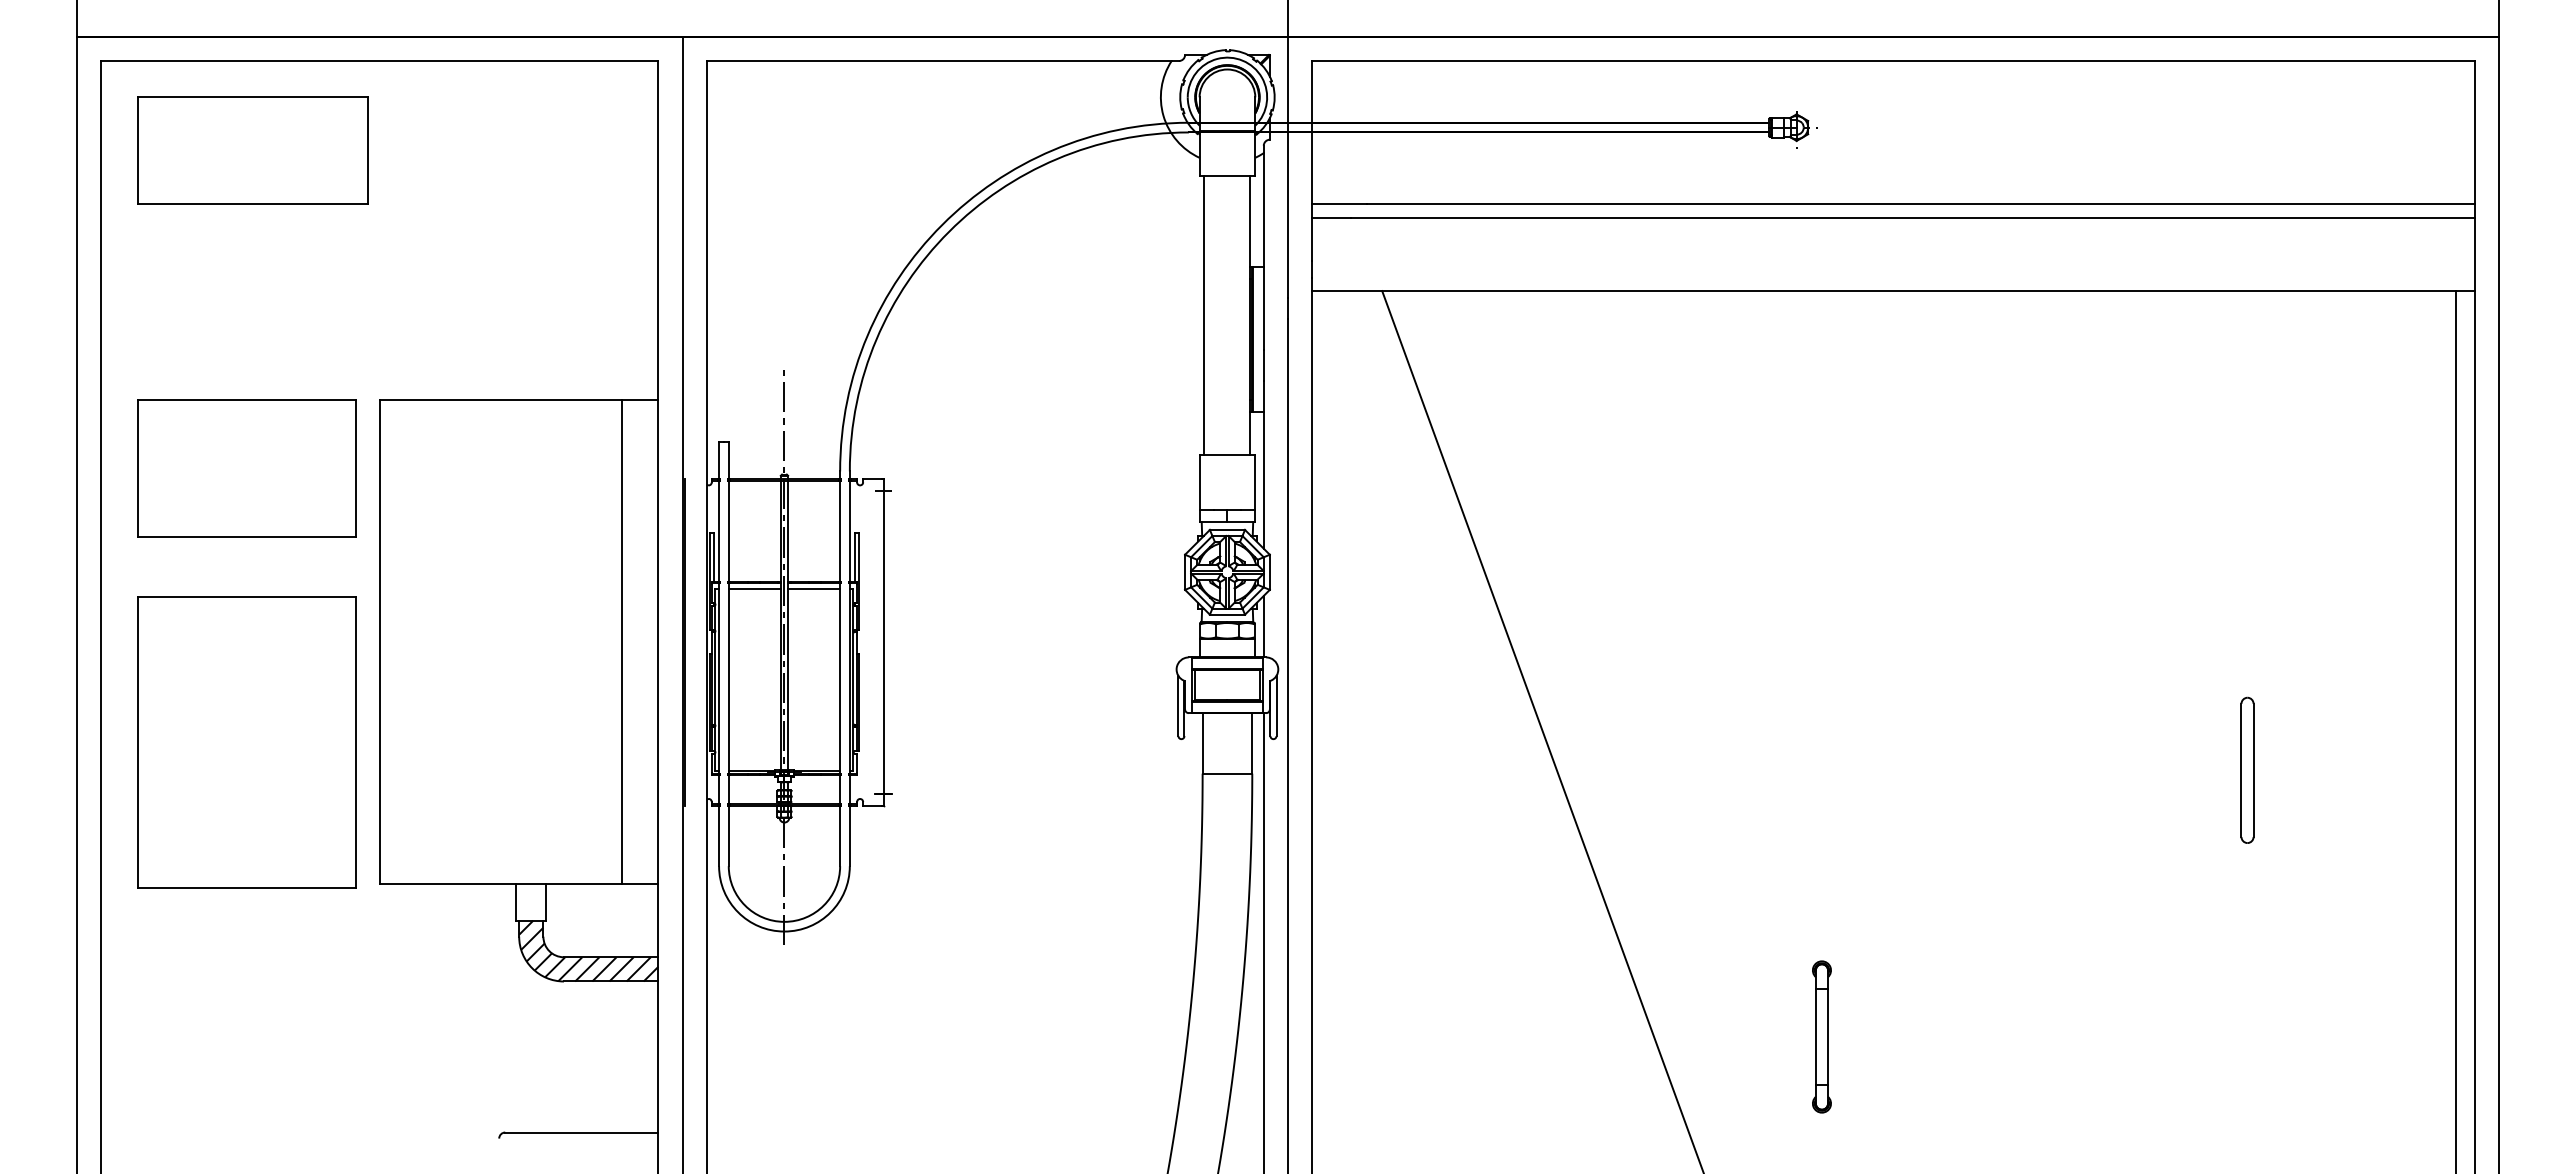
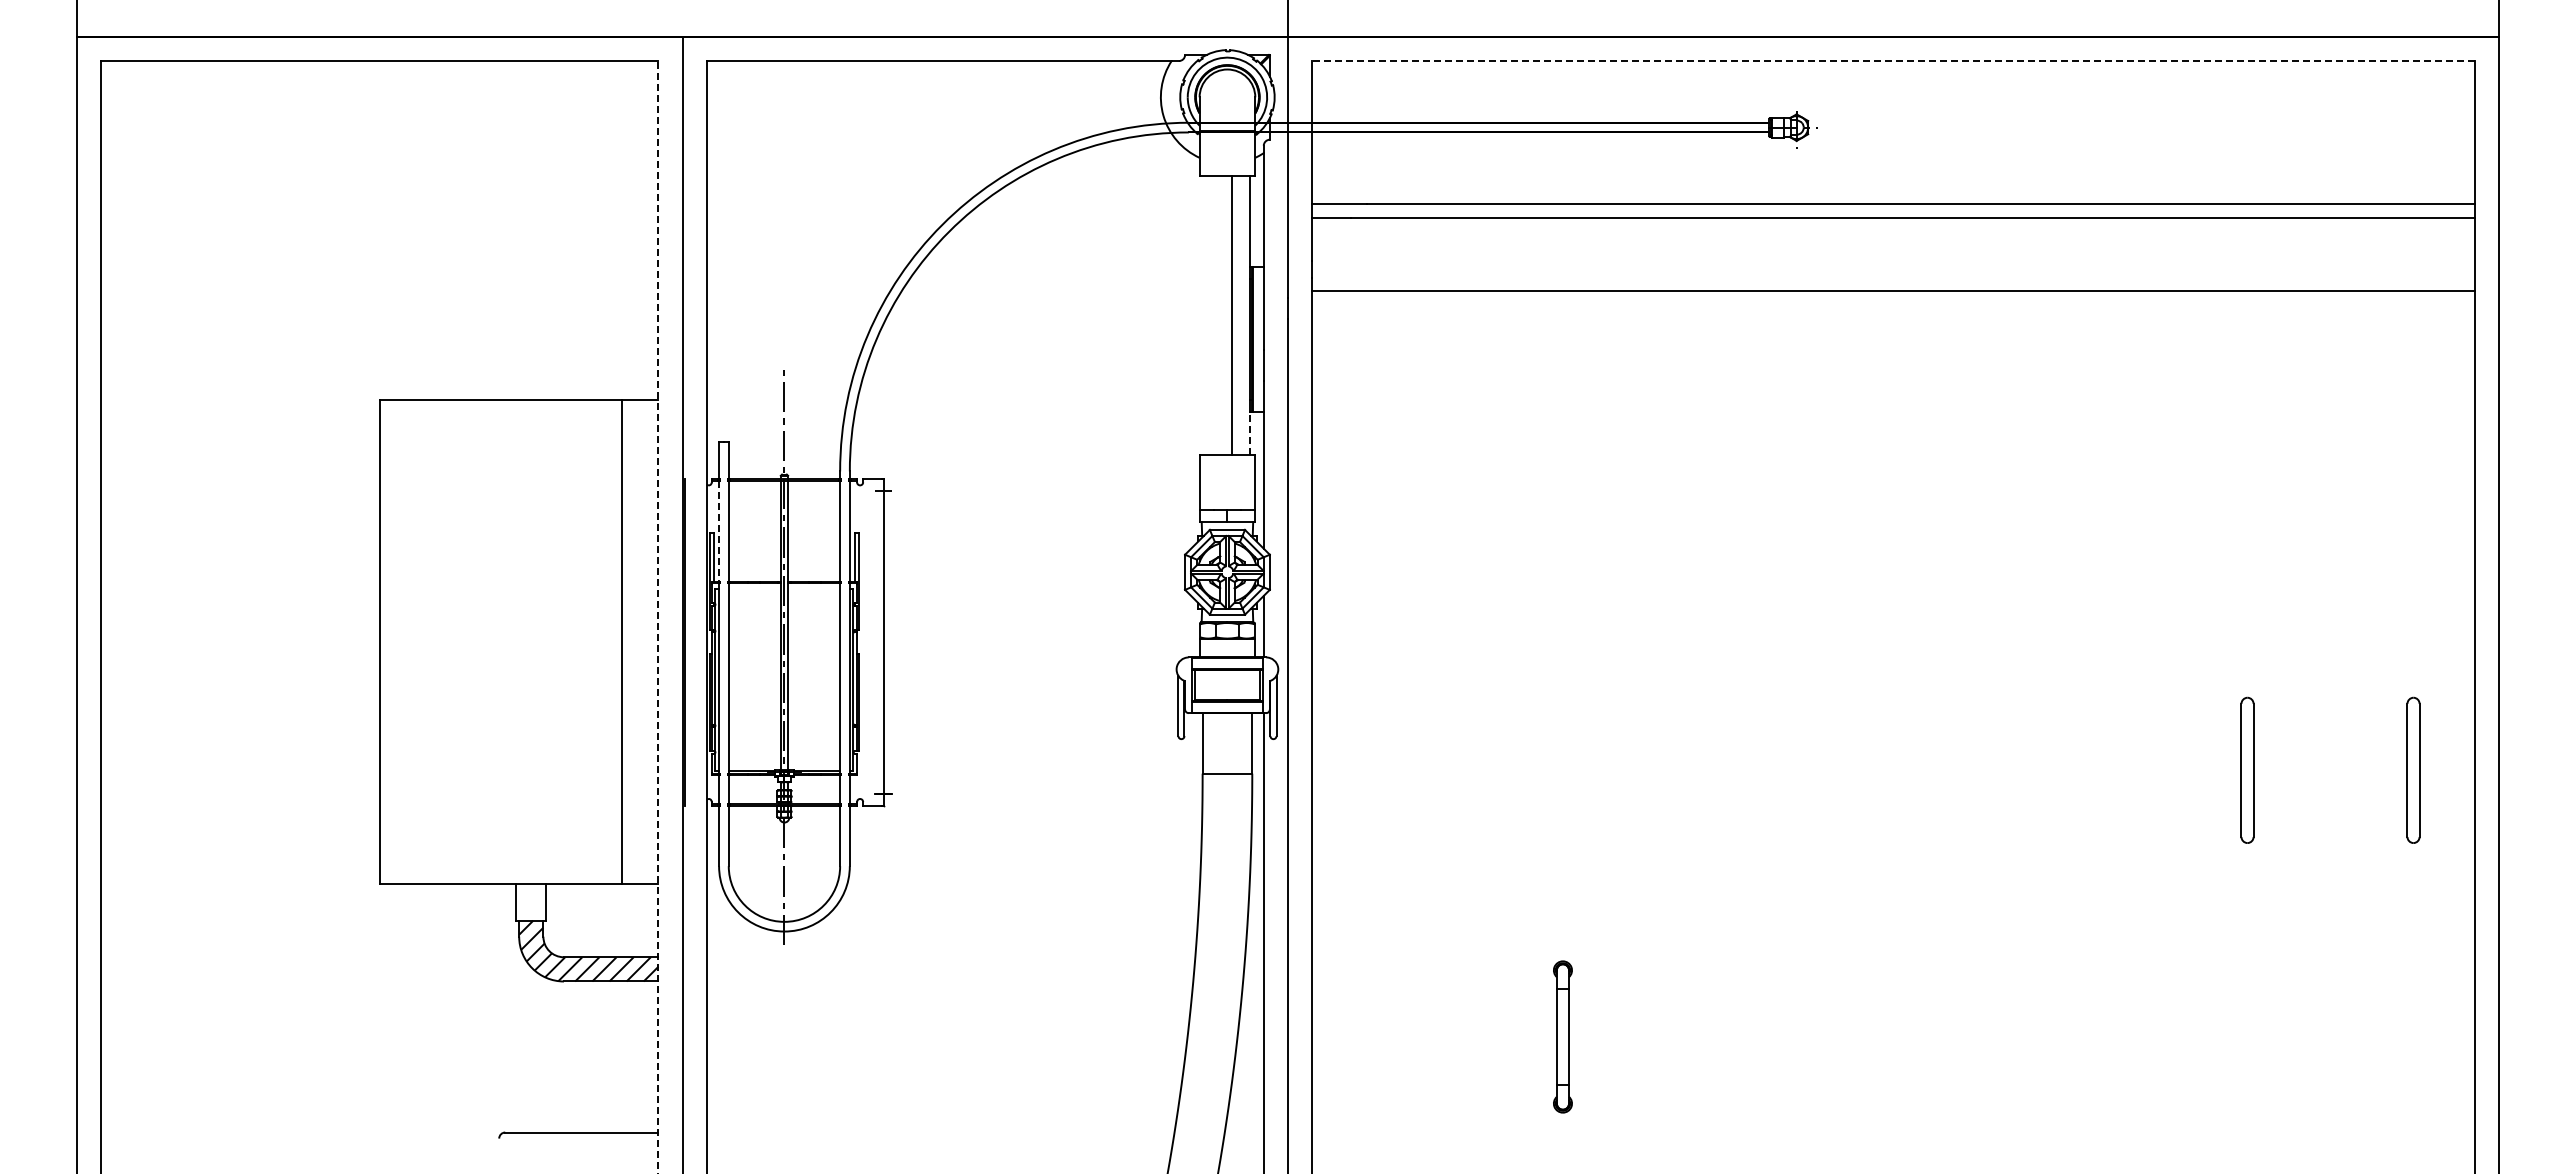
line at (1892, 61): solid -> dashed
part at (252, 150): present -> none
line at (1204, 315) position: (1204, 315) -> (1232, 315)
line at (1250, 432): solid -> dashed
part at (246, 468): present -> none
line at (719, 531): solid -> dashed
line at (754, 589): present -> none
line at (814, 589): present -> none
line at (658, 616): solid -> dashed
line at (1542, 730): present -> none
line at (2455, 730): present -> none
part at (246, 742): present -> none
part at (2413, 769): none -> present
part at (1821, 1036) position: (1821, 1036) -> (1562, 1036)
